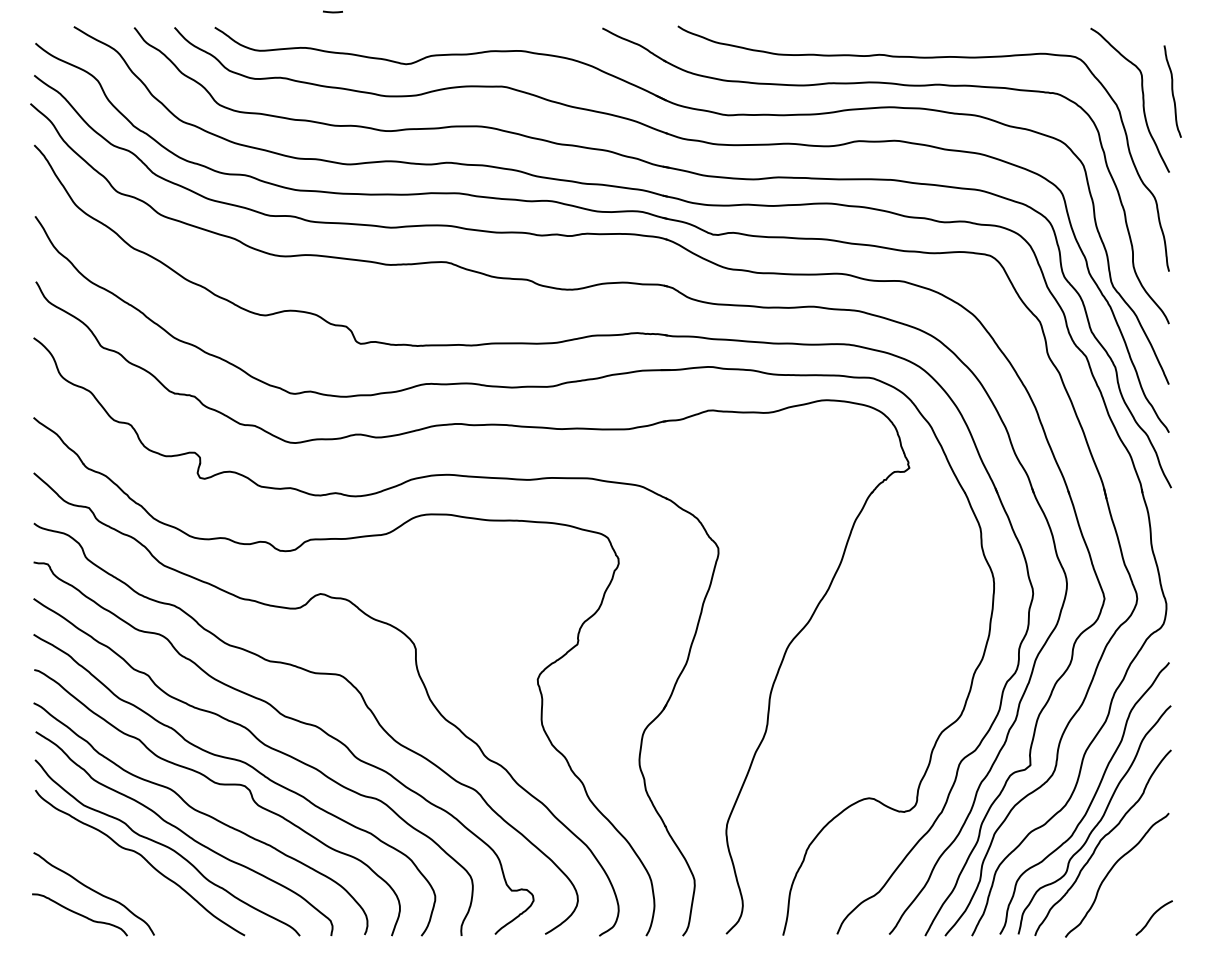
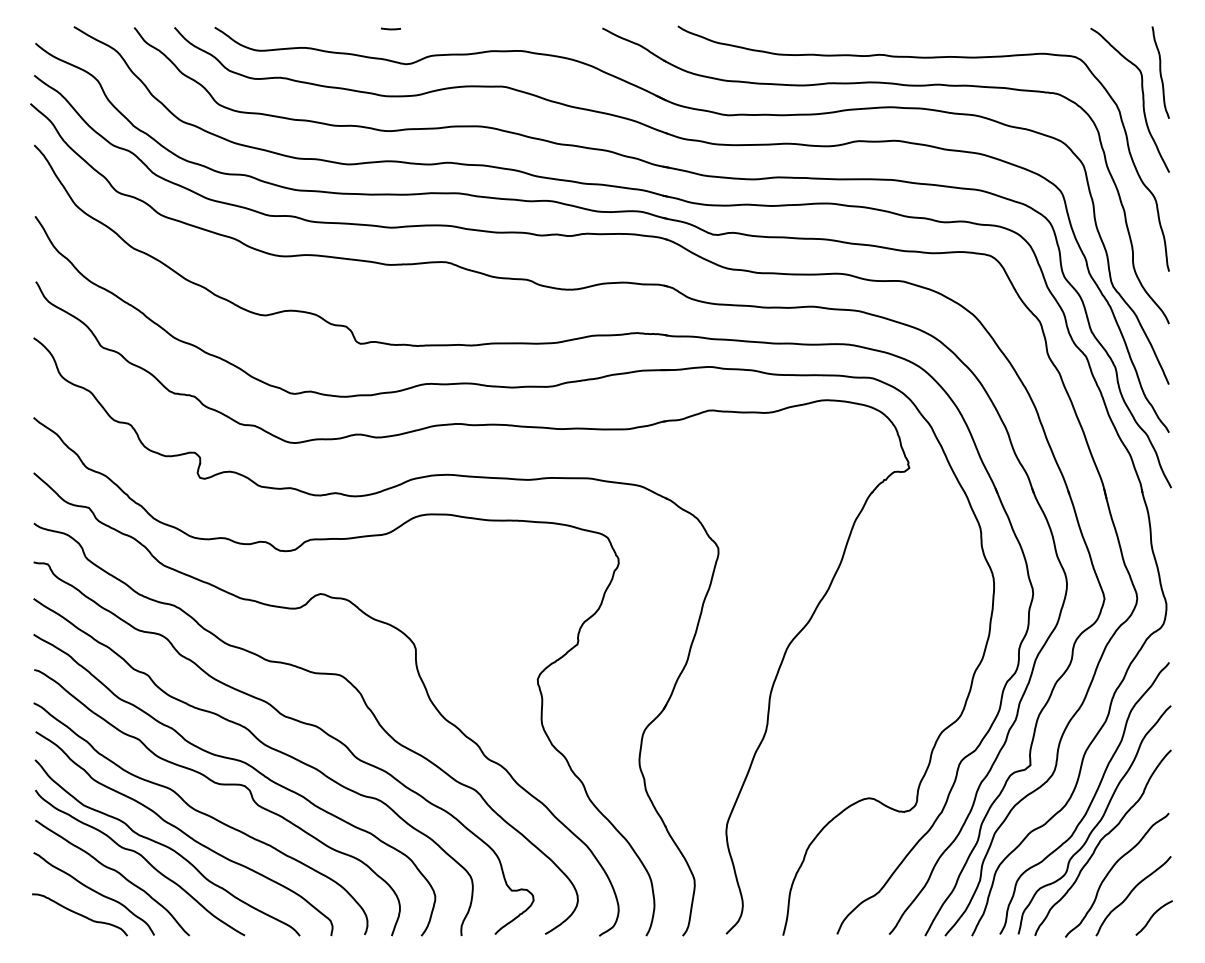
line at (332, 11) position: (332, 11) -> (390, 28)
curve at (1172, 91) position: (1172, 91) -> (1160, 72)
curve at (114, 871): none -> present
curve at (1131, 893): none -> present
